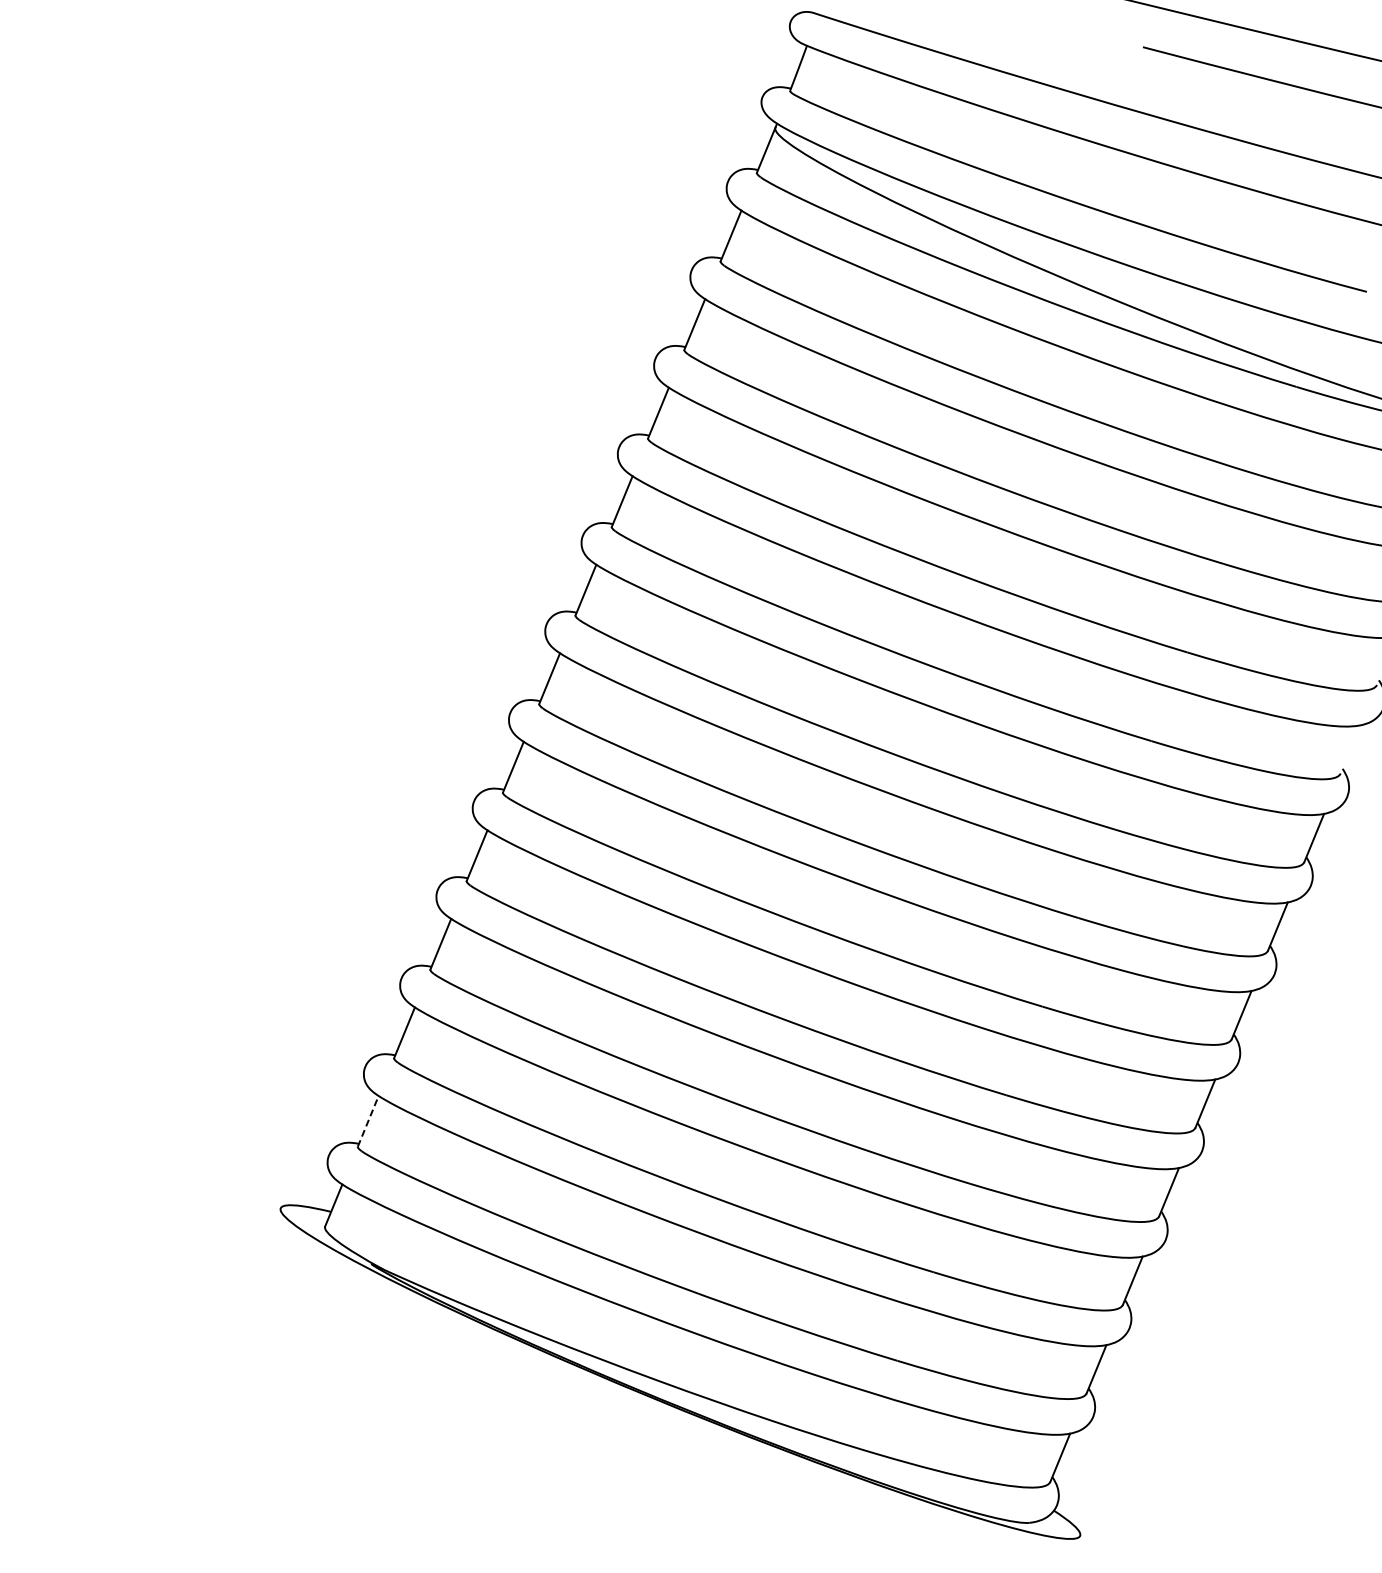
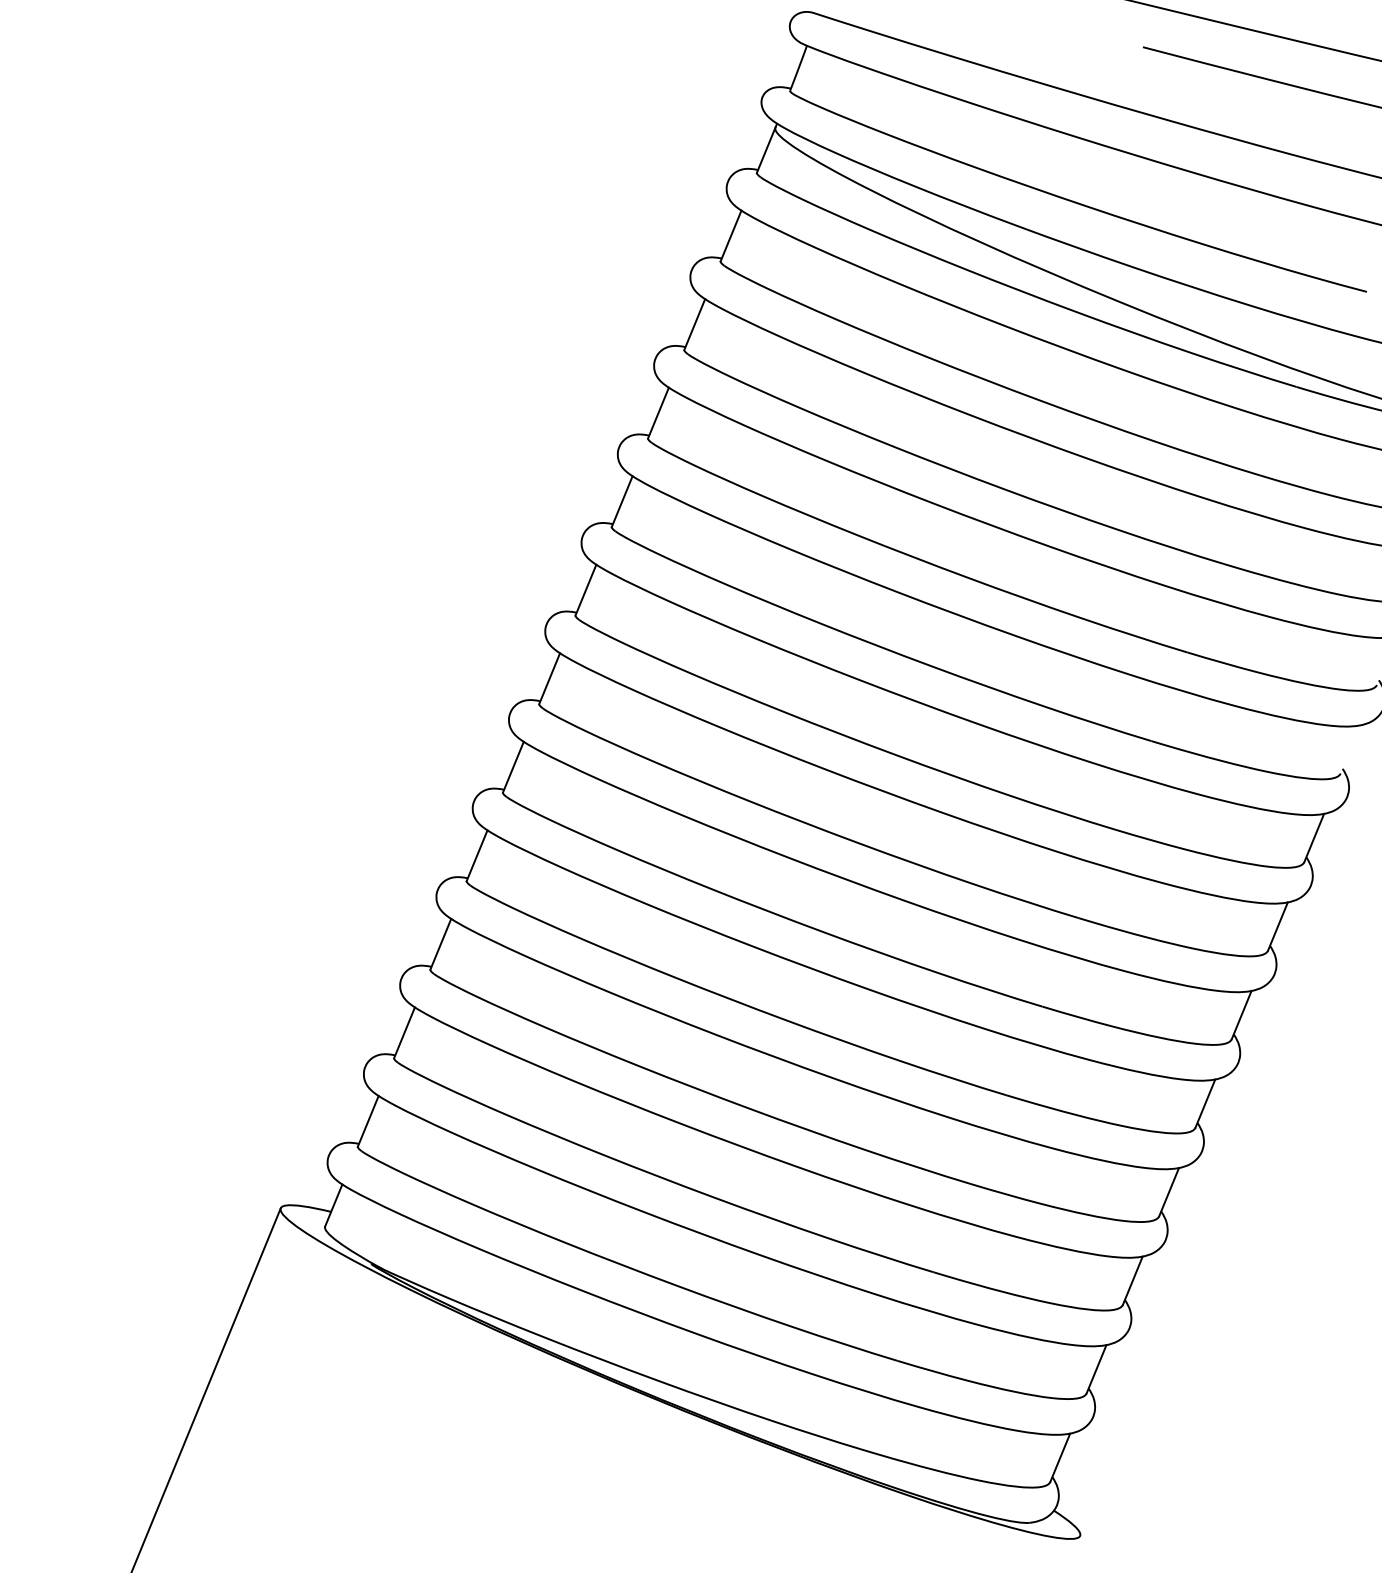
line at (368, 1120): dashed -> solid
line at (206, 1388): none -> present
